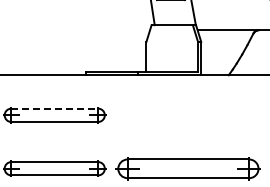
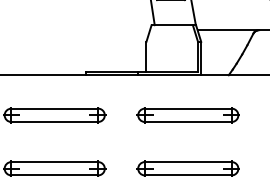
line at (55, 108): dashed -> solid
part at (187, 115): none -> present
part at (187, 168) size: 146x24 px -> 104x17 px
